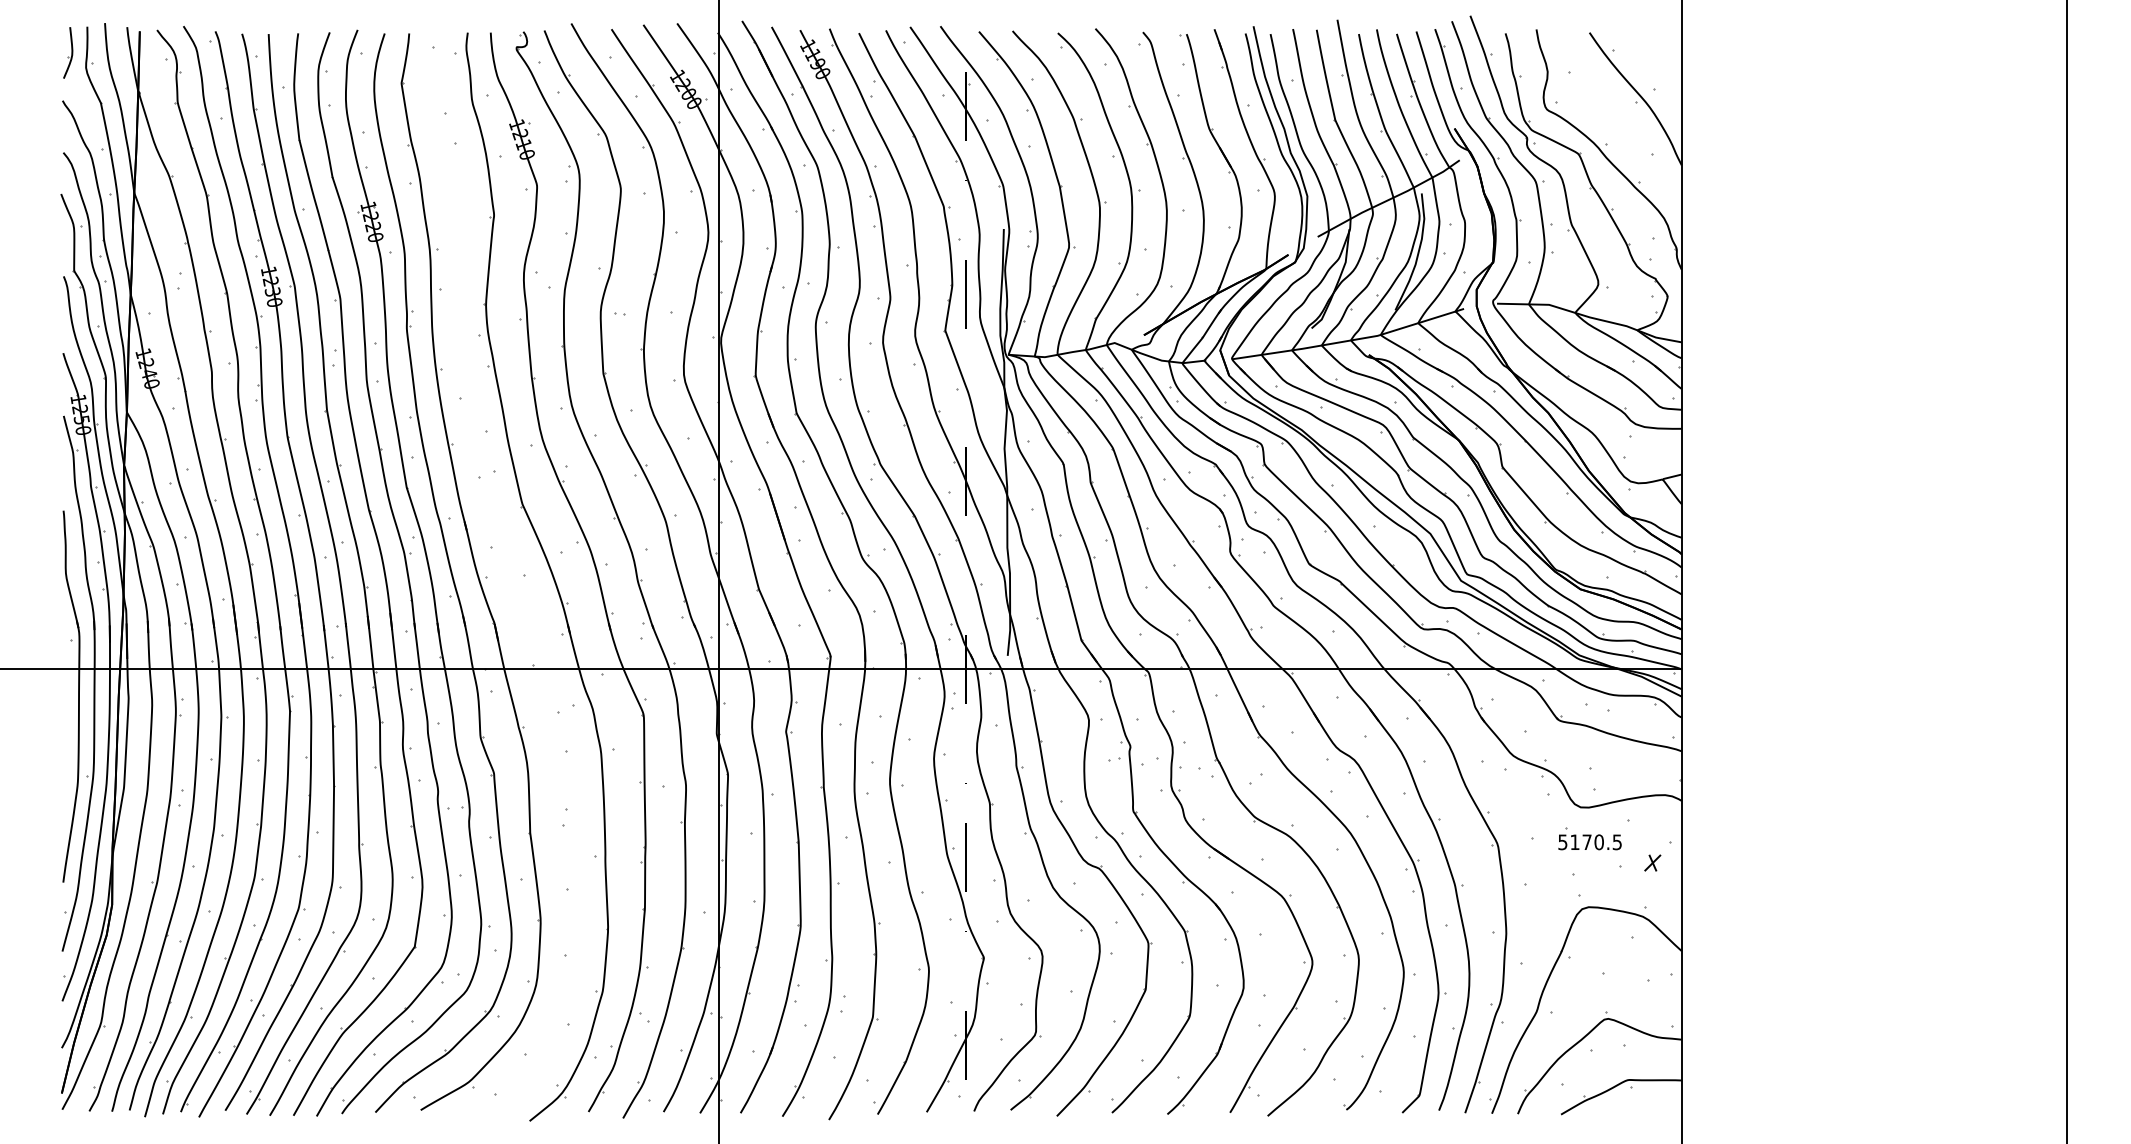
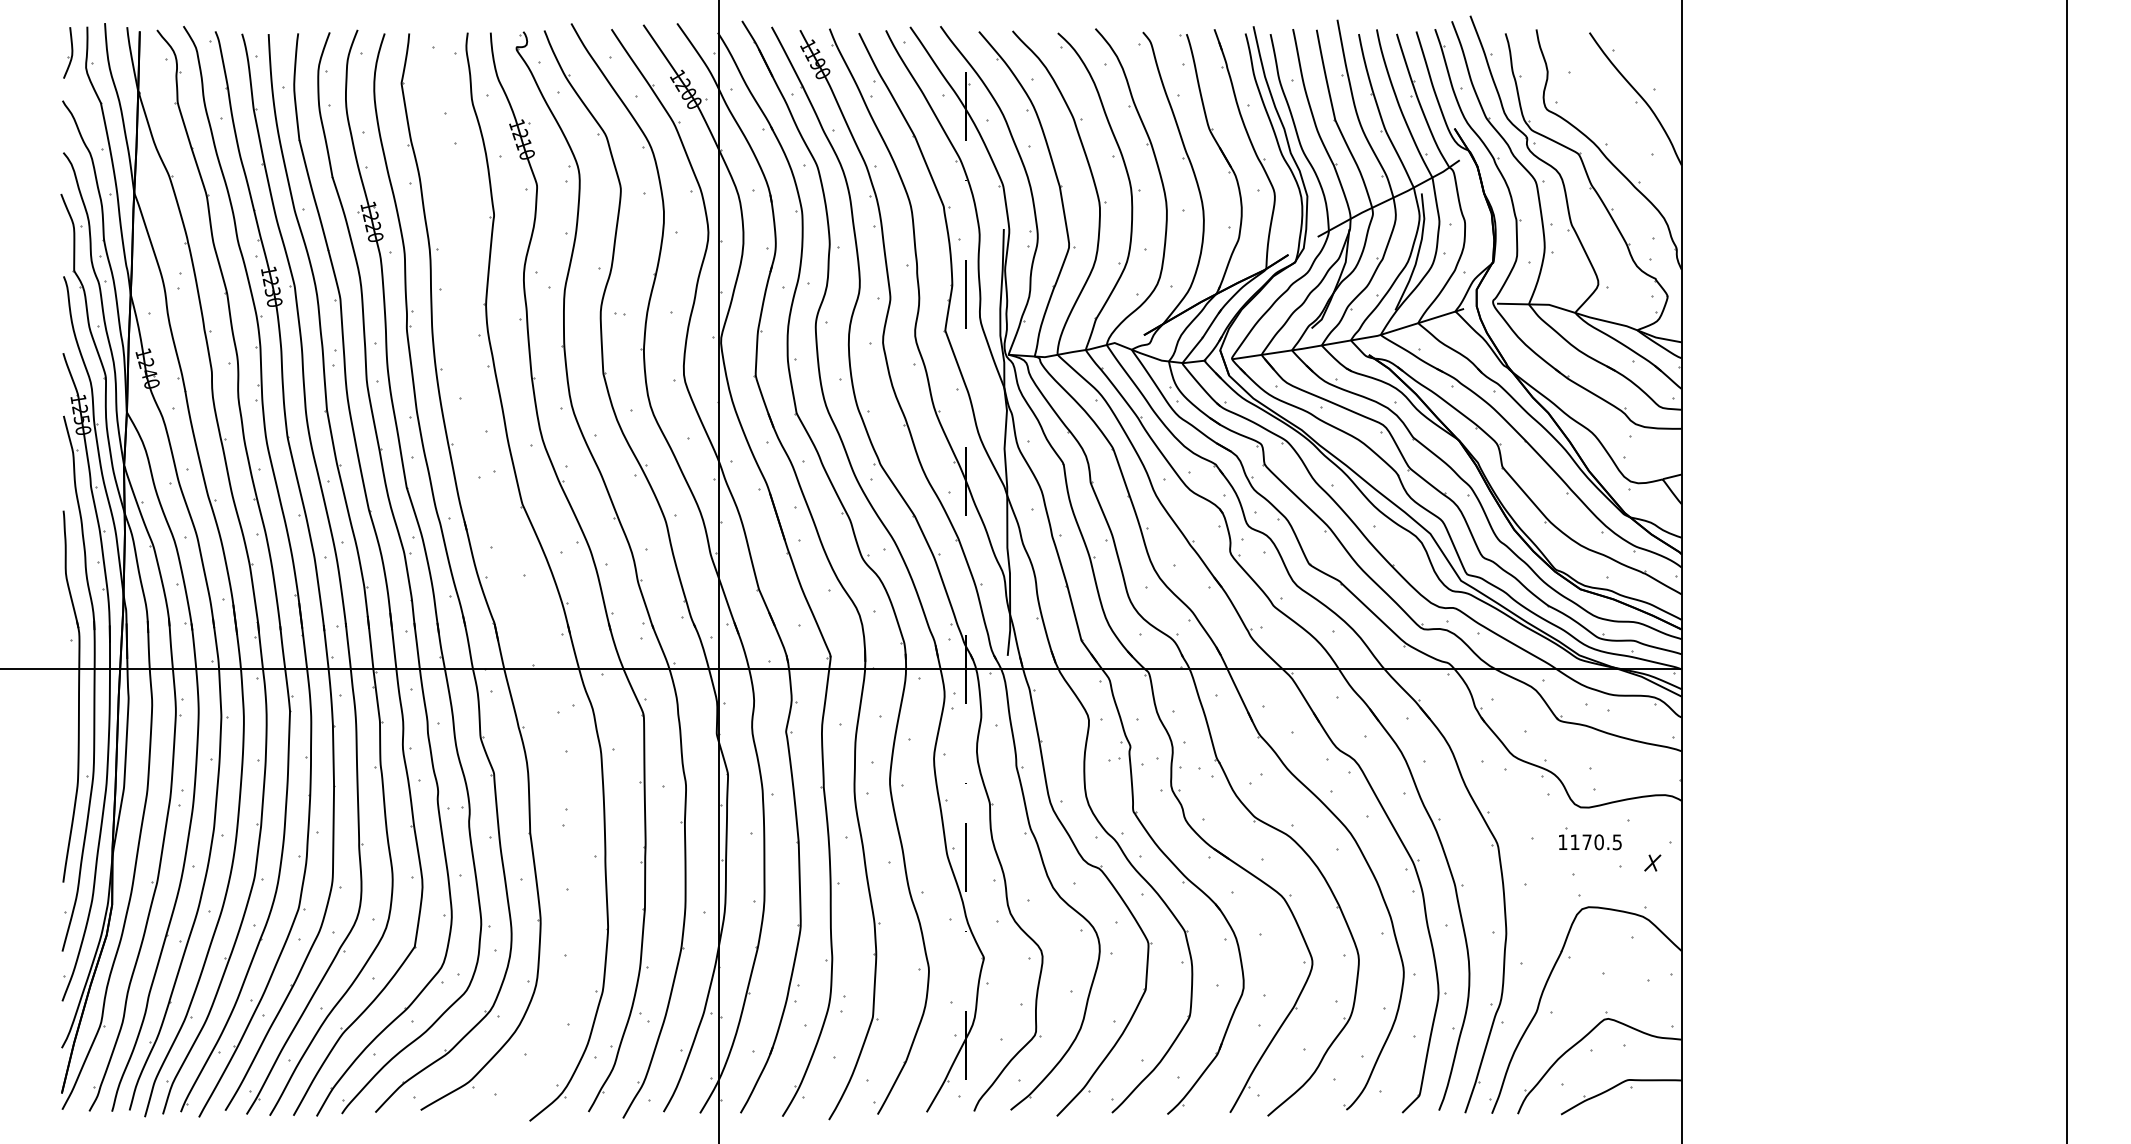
text at (1562, 842): 5170.5 -> 1170.5
